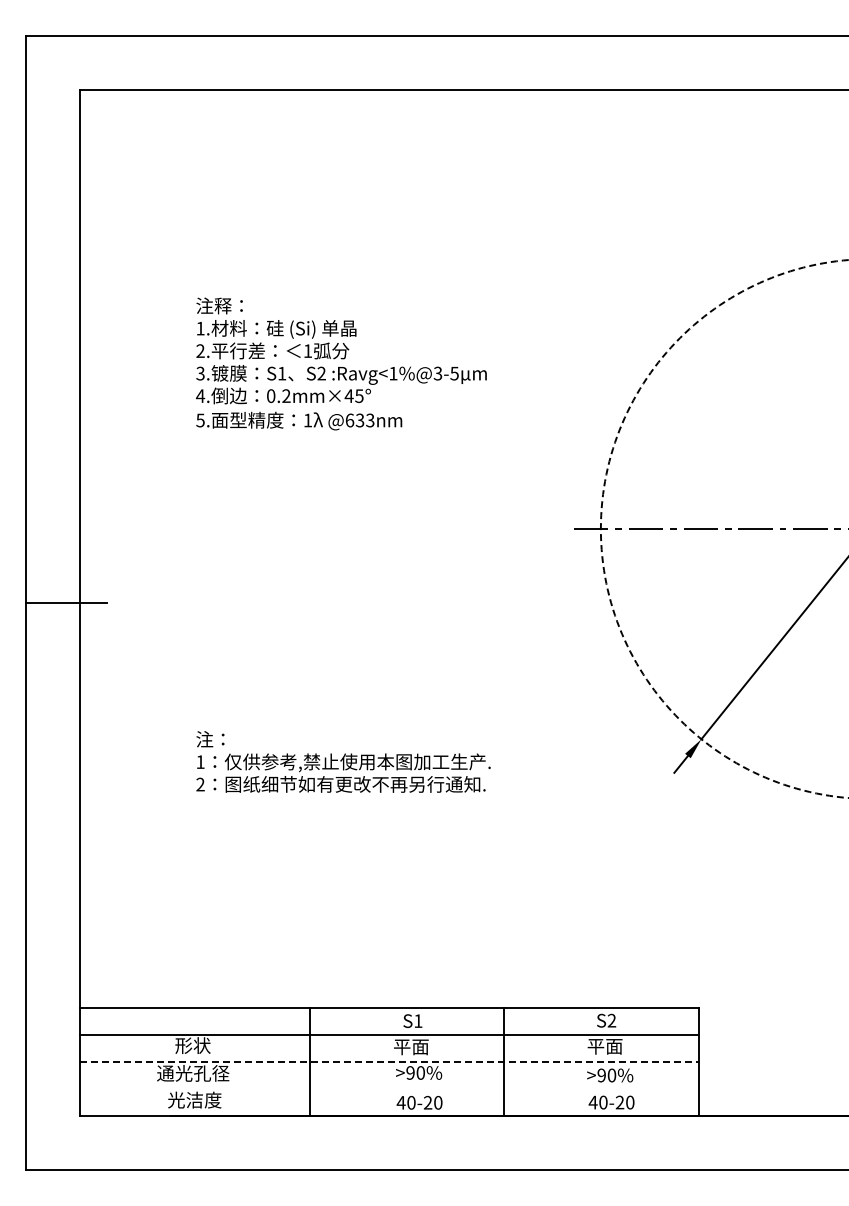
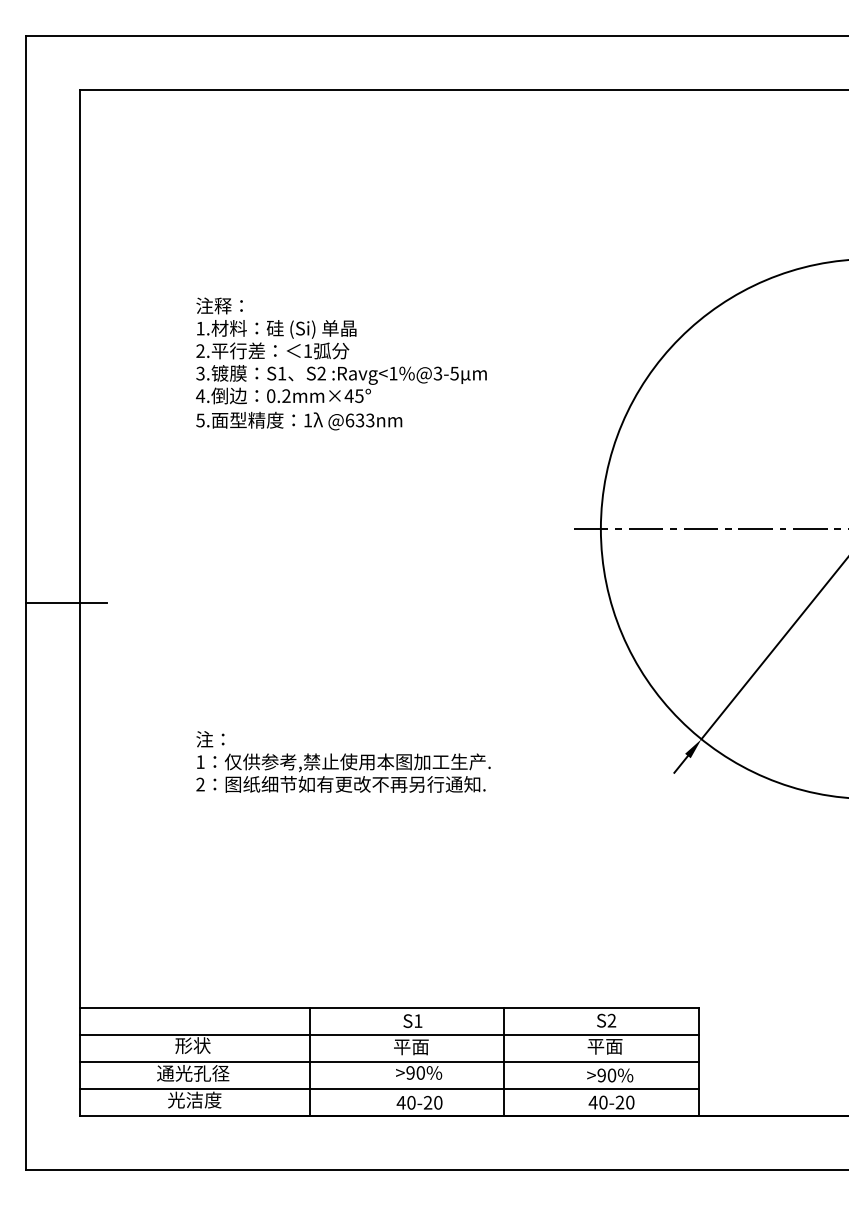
circle at (724, 528): dashed -> solid
line at (389, 1061): dashed -> solid
line at (388, 1088): none -> present
